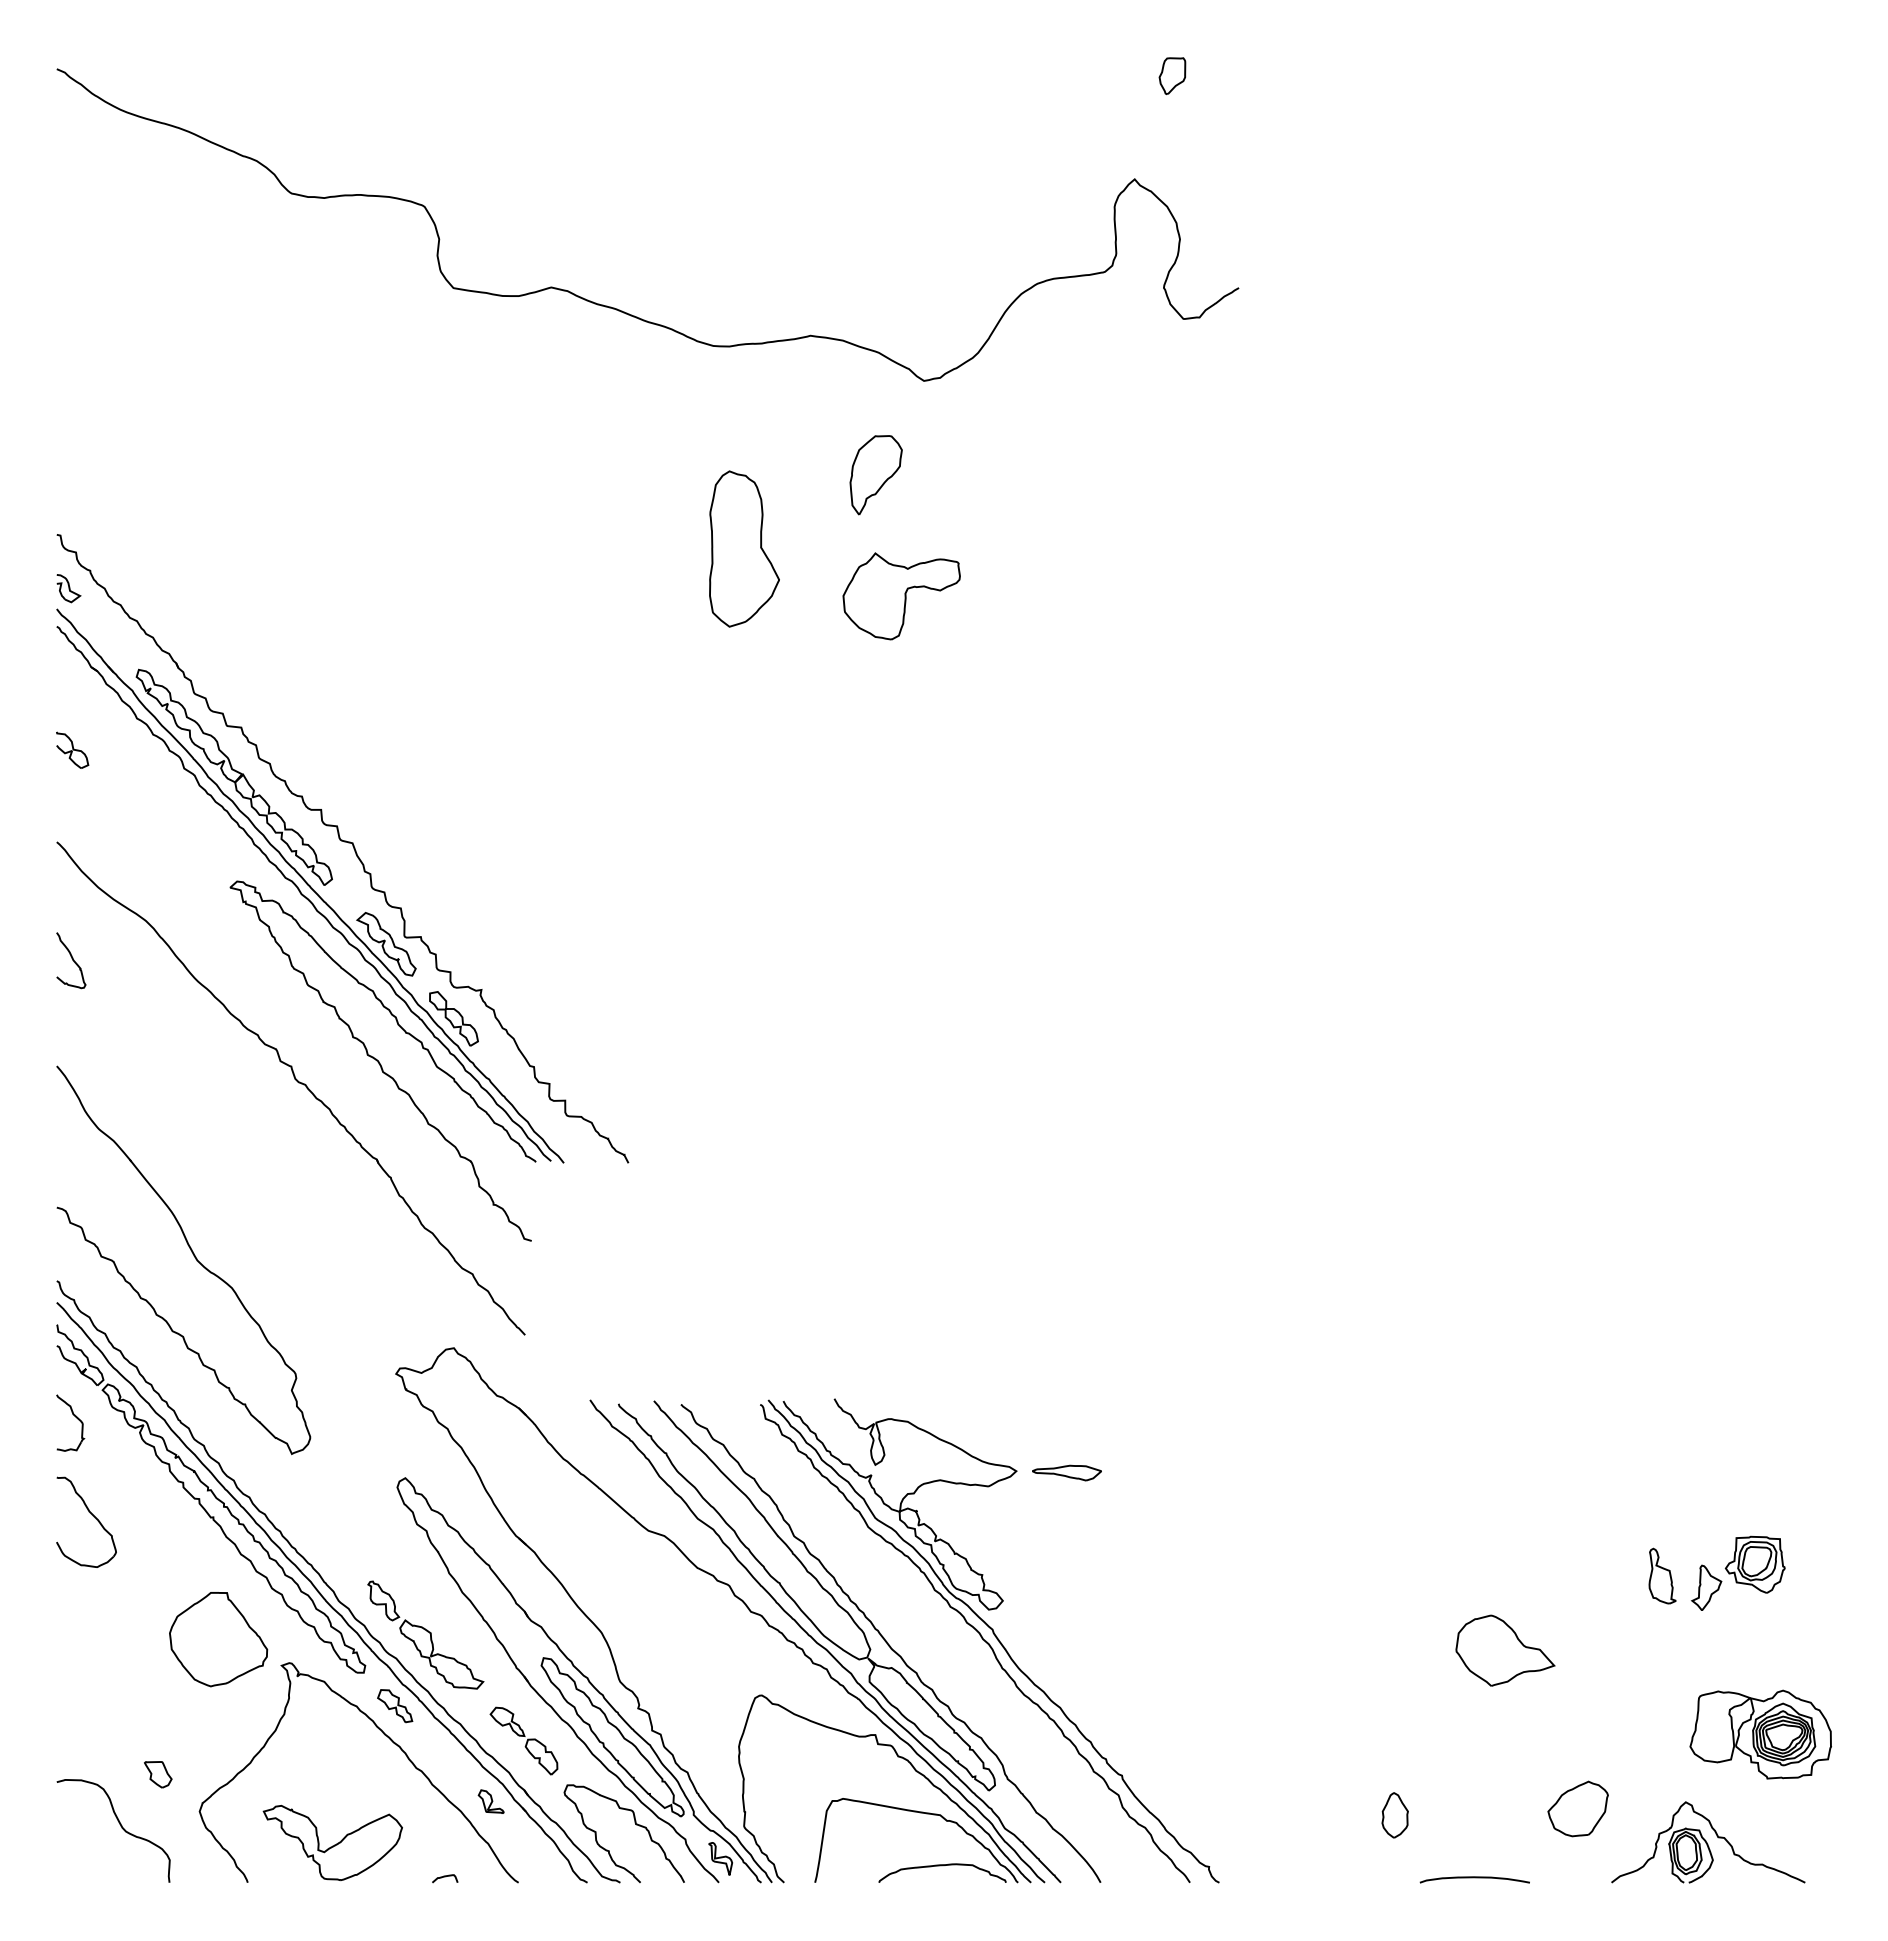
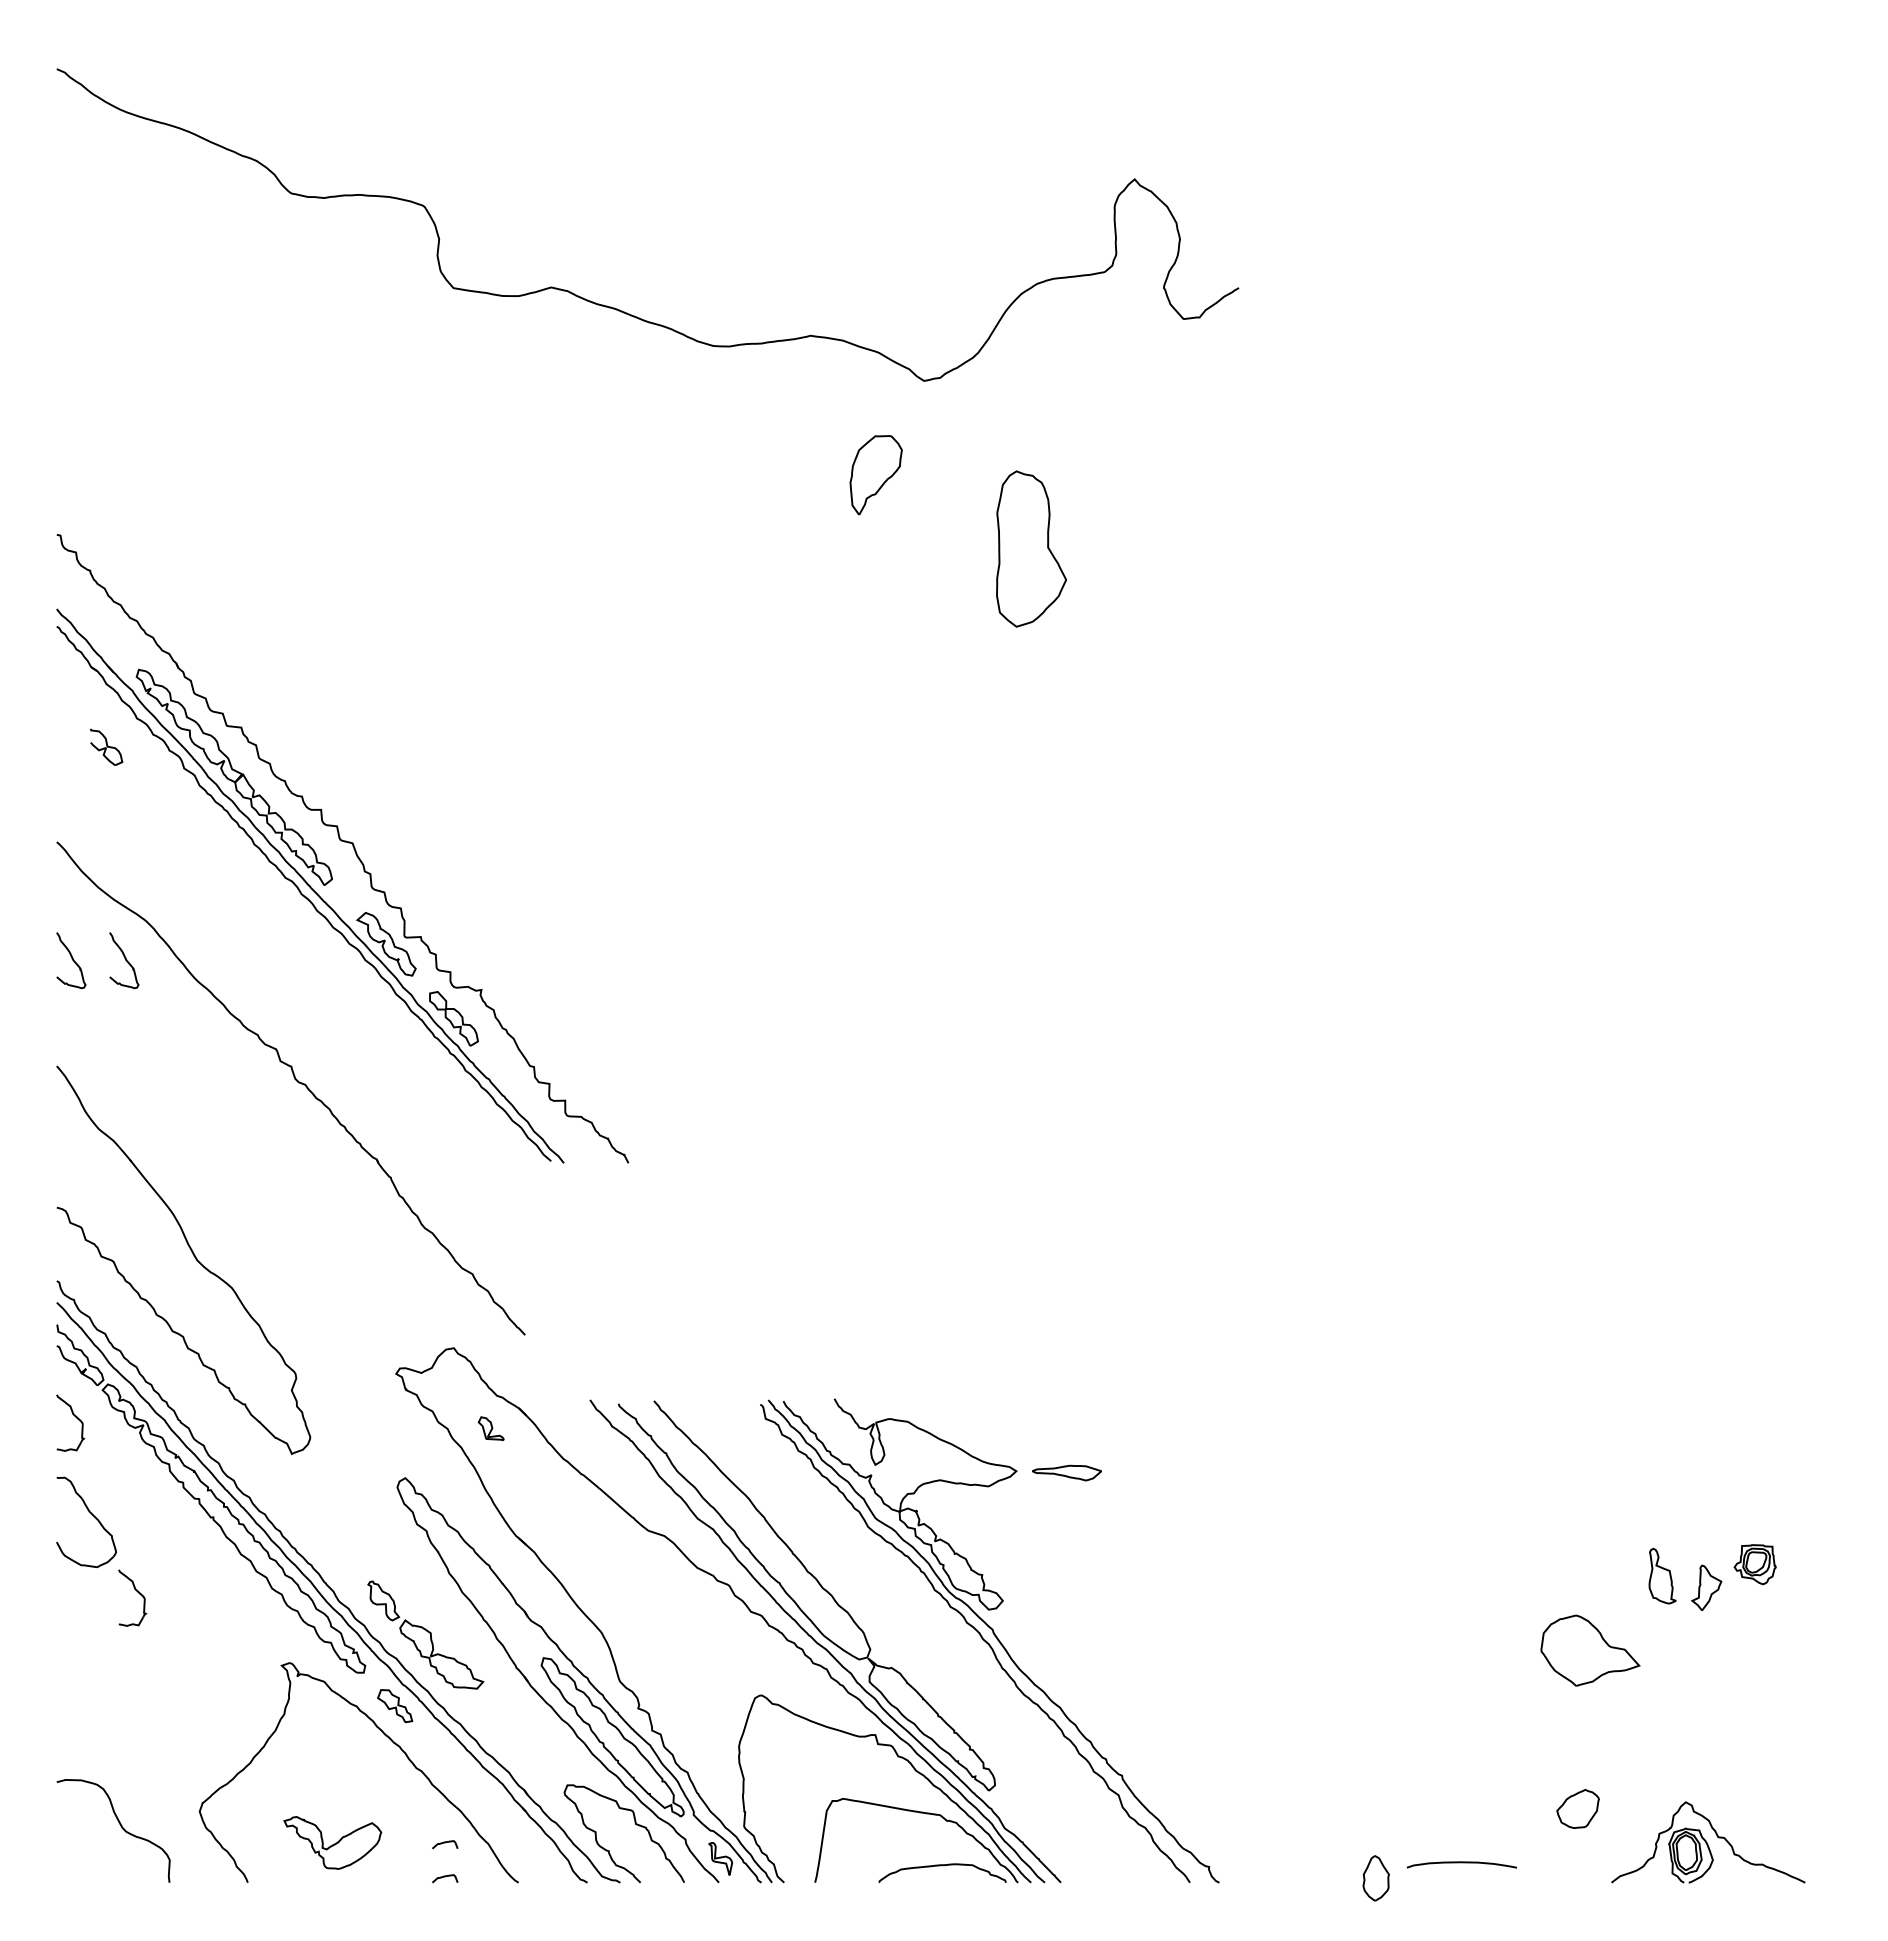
part at (1172, 75): present -> none
part at (744, 548) position: (744, 548) -> (1031, 548)
part at (68, 588): present -> none
part at (901, 596): present -> none
part at (72, 749) position: (72, 749) -> (106, 746)
curve at (125, 960): none -> present
part at (382, 1060): present -> none
part at (1754, 1564) size: 62x59 px -> 44x42 px
part at (137, 1592): none -> present
part at (218, 1639): present -> none
curve at (889, 1644): present -> none
part at (1505, 1650) position: (1505, 1650) -> (1590, 1650)
part at (1760, 1734): present -> none
part at (523, 1740): present -> none
part at (158, 1774): present -> none
part at (490, 1801) position: (490, 1801) -> (490, 1428)
part at (1577, 1808) size: 62x58 px -> 44x40 px
part at (1394, 1815) position: (1394, 1815) -> (1375, 1878)
part at (332, 1842) size: 141x78 px -> 100x54 px
curve at (445, 1843): none -> present
curve at (1474, 1878) position: (1474, 1878) -> (1461, 1863)
